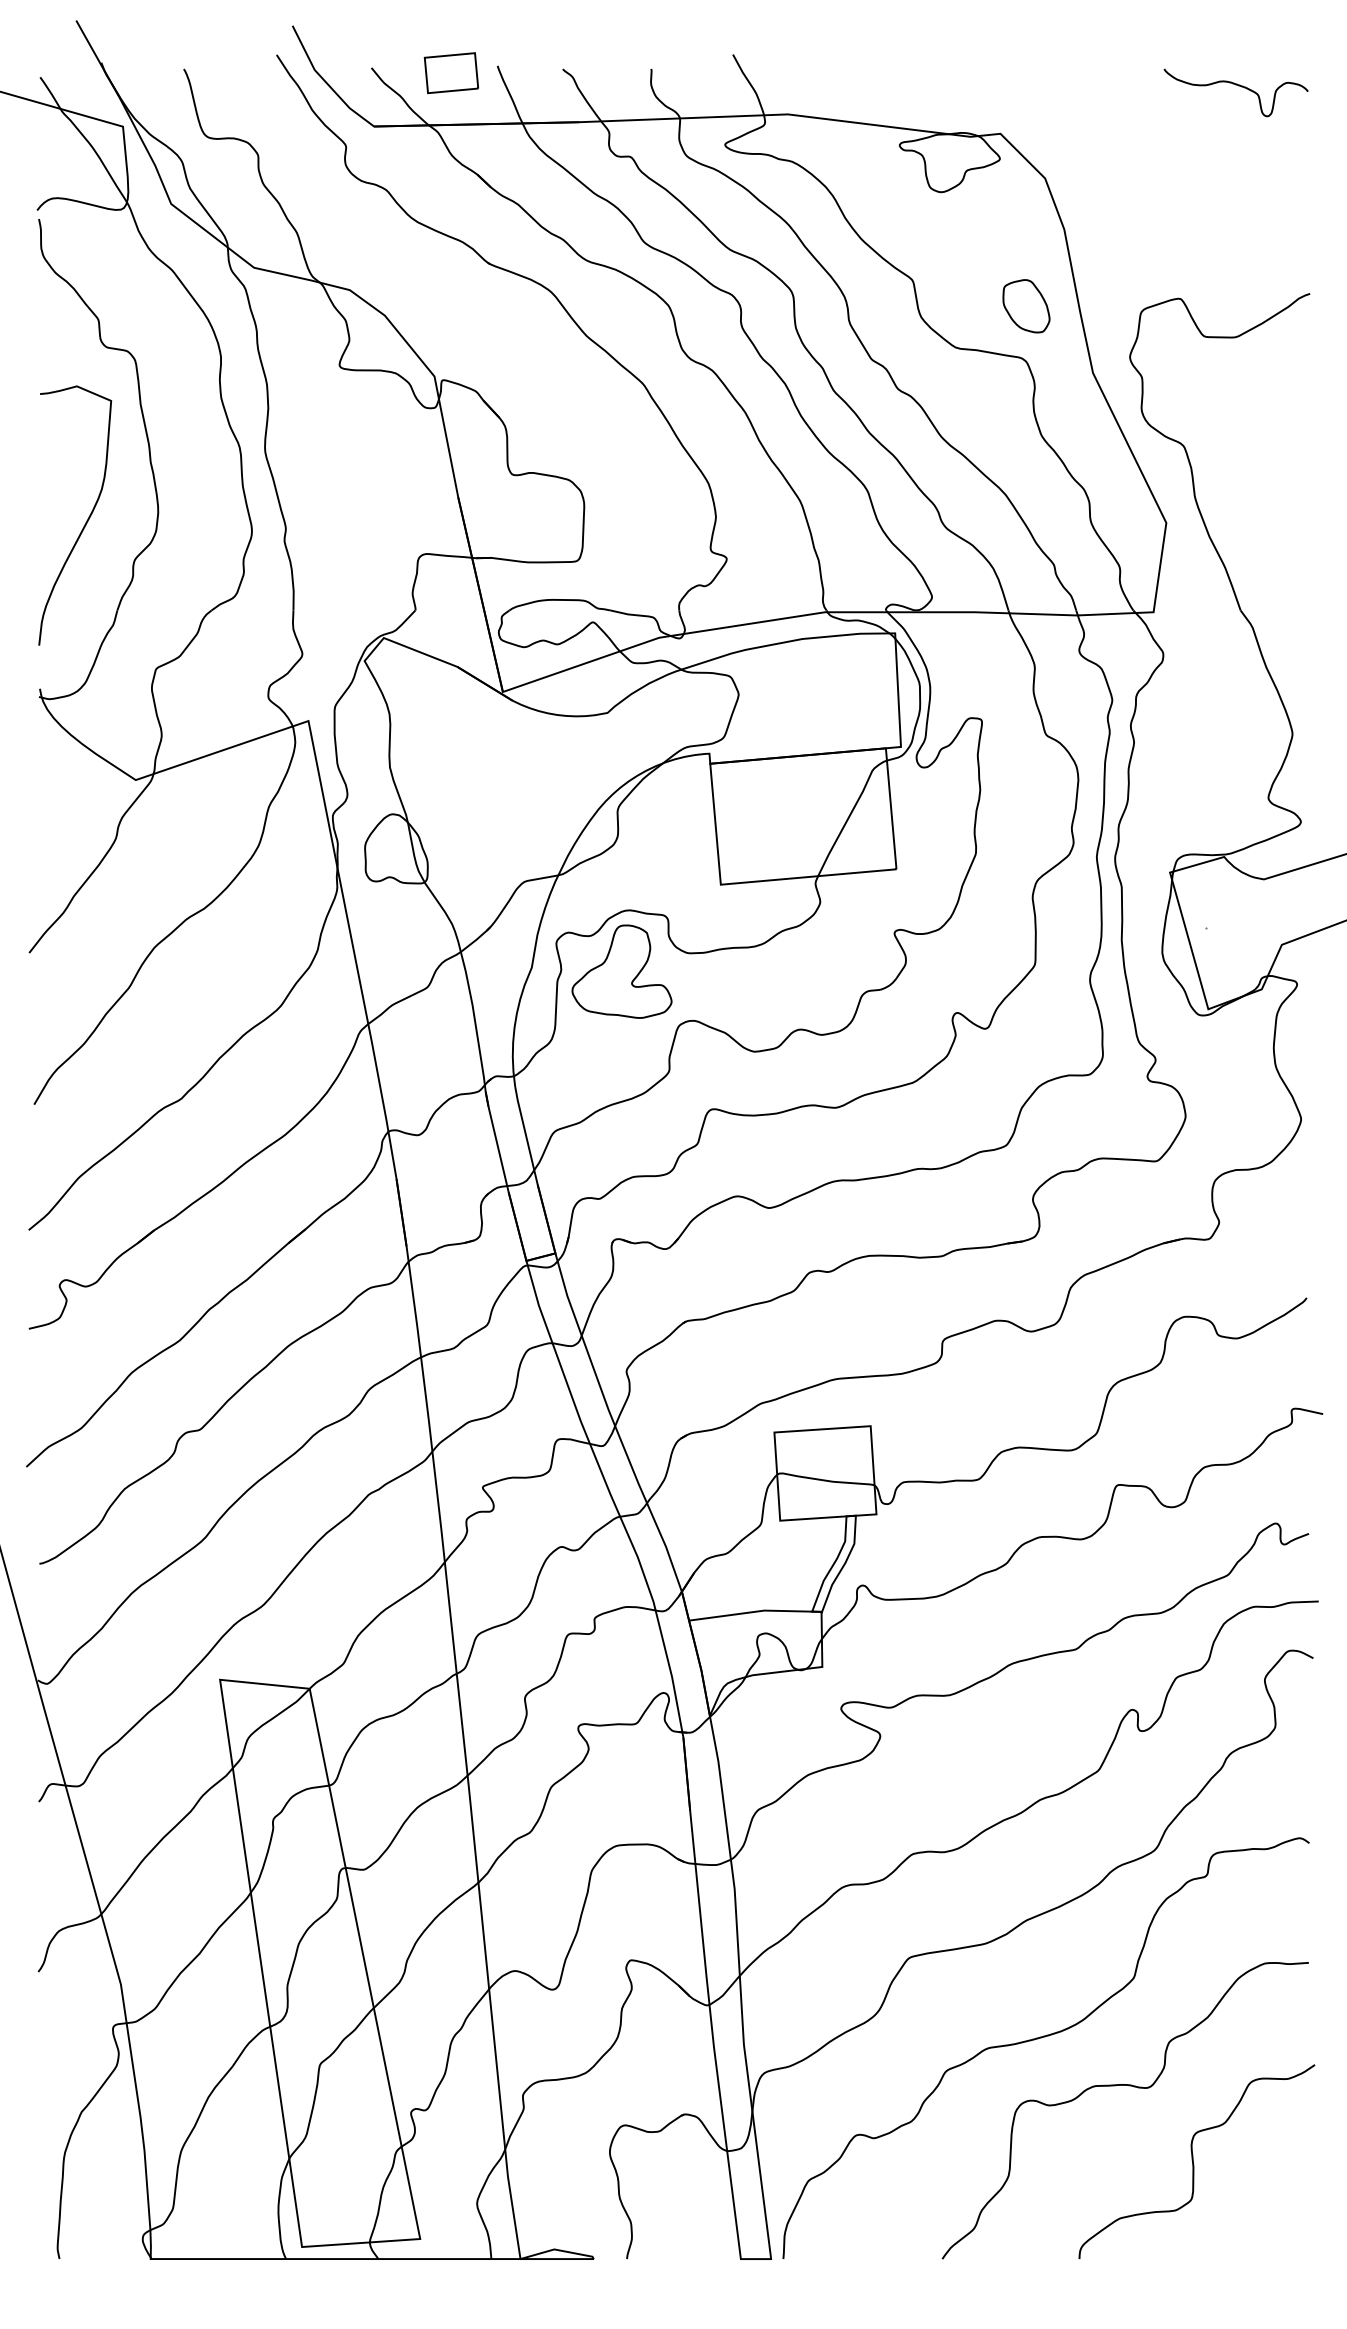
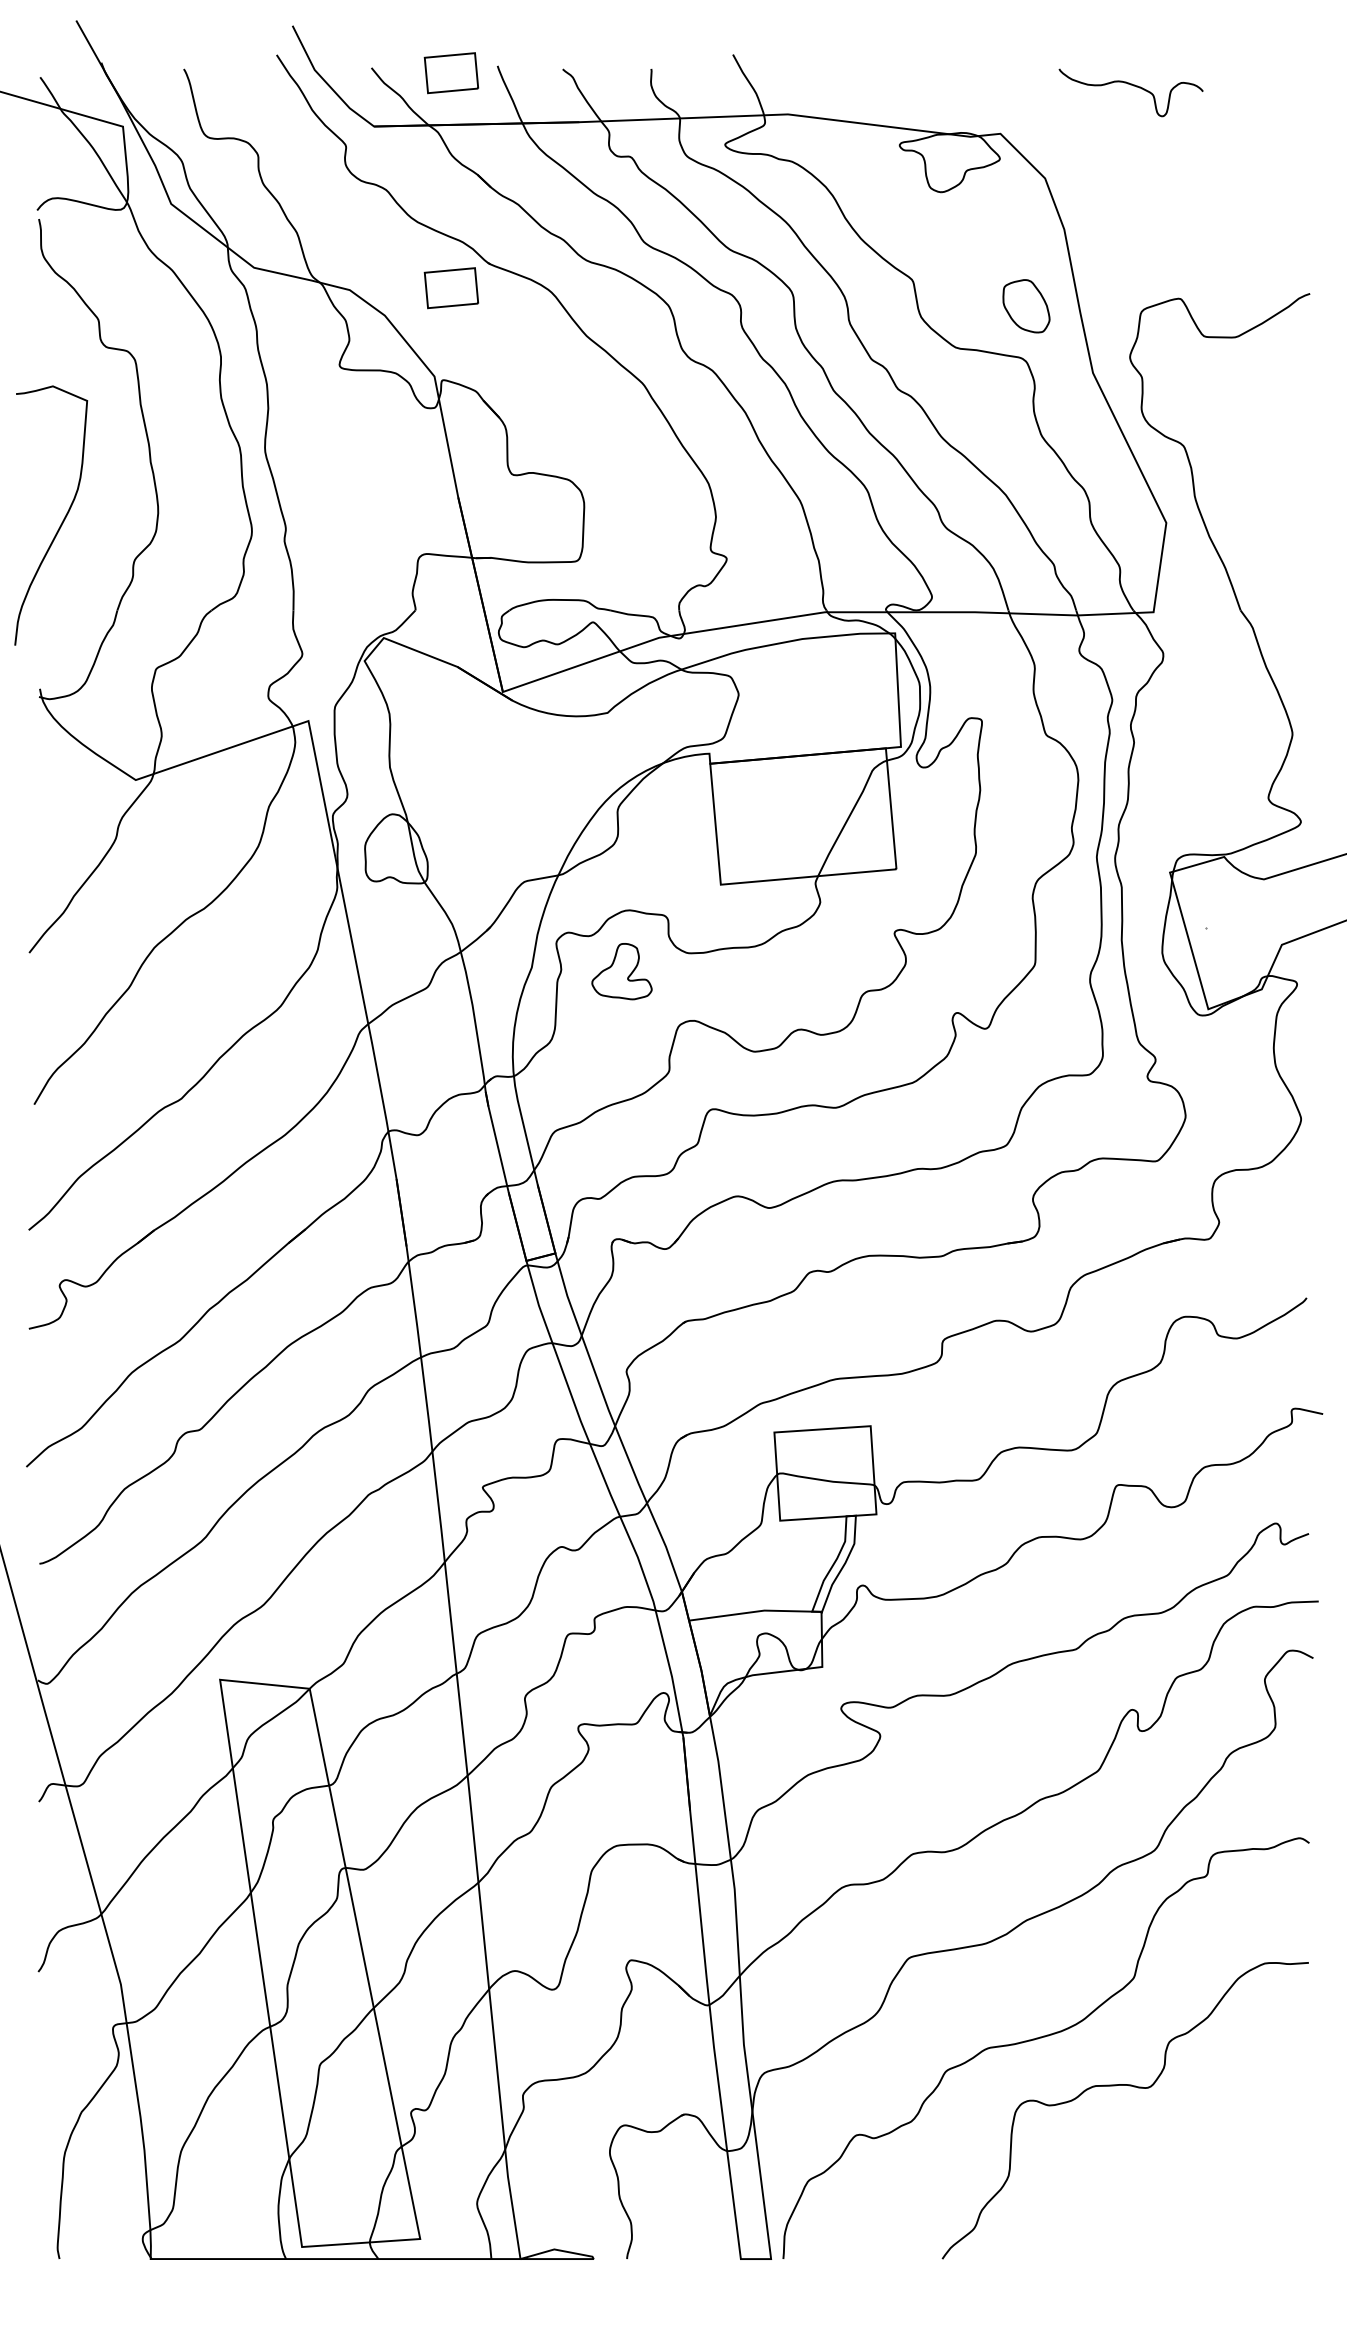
curve at (1238, 86) position: (1238, 86) -> (1133, 86)
part at (451, 288): none -> present
curve at (86, 520) position: (86, 520) -> (62, 520)
part at (621, 971) size: 102x95 px -> 62x58 px
curve at (1193, 2161): present -> none
